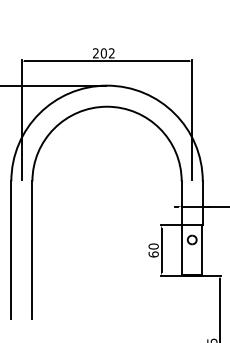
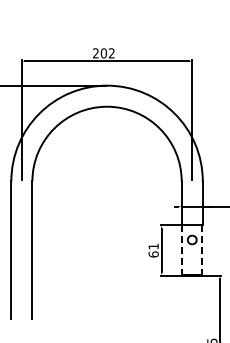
text at (153, 246): 60 -> 61
line at (182, 250): solid -> dashed
line at (202, 250): solid -> dashed
